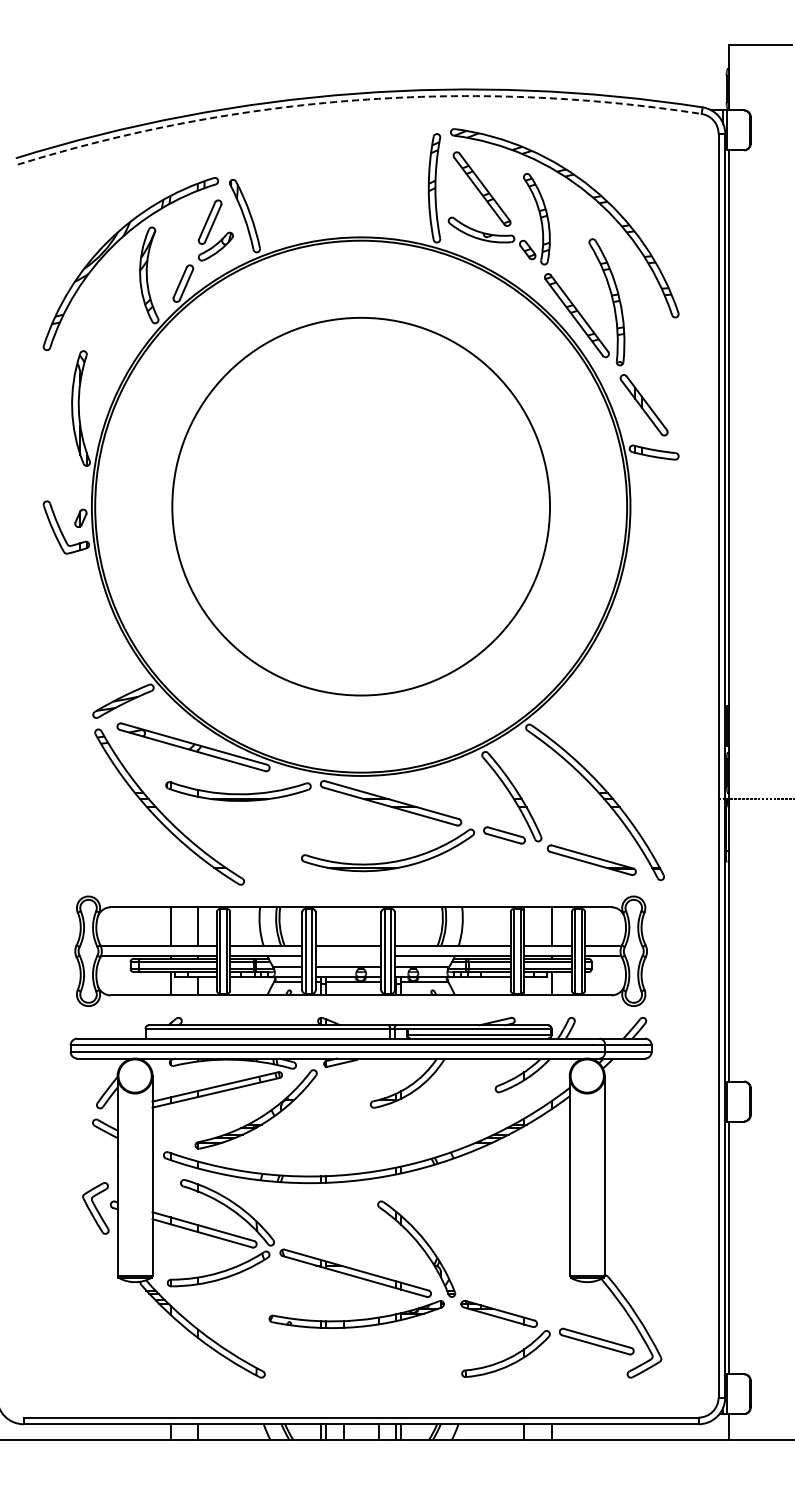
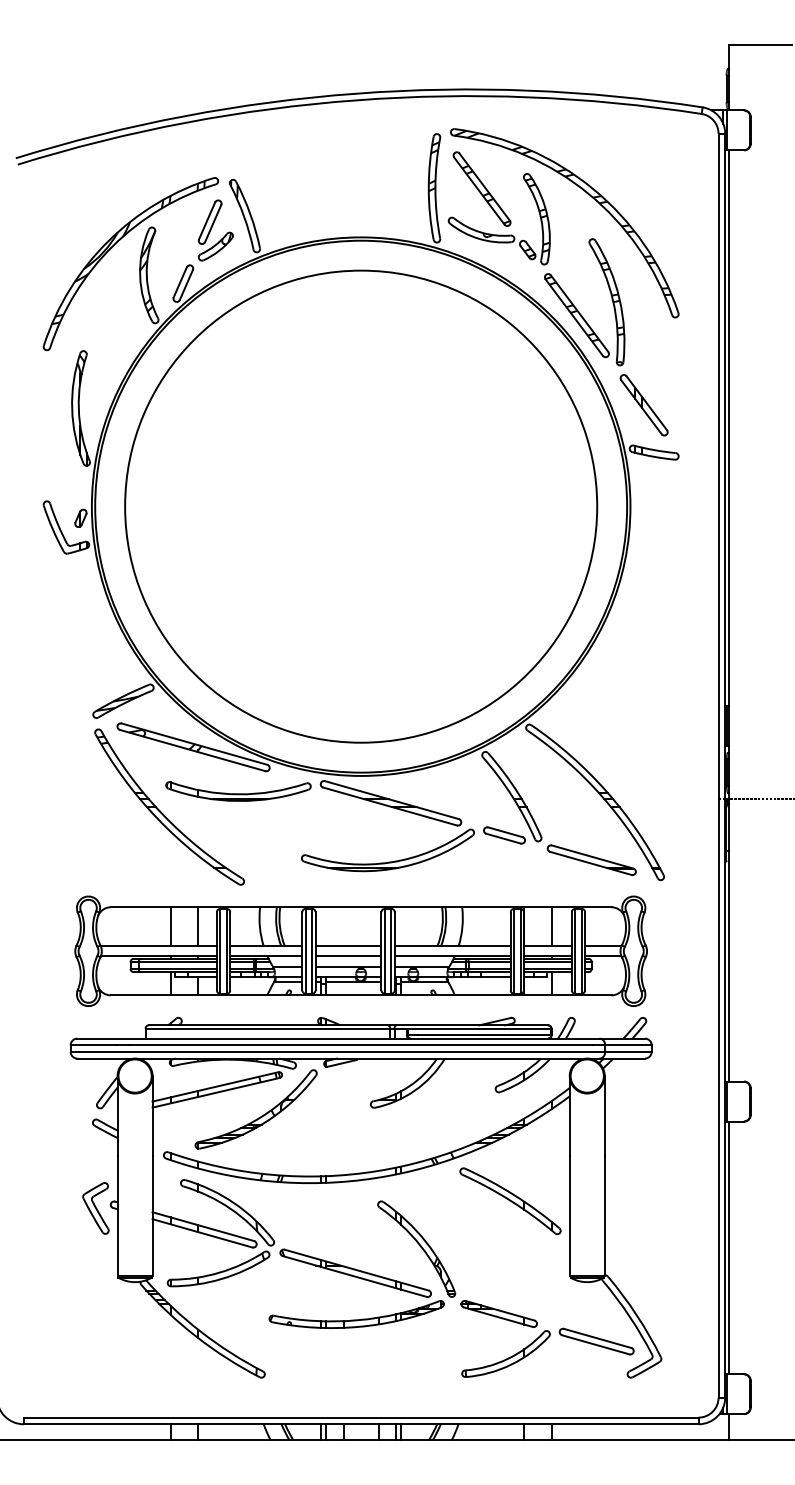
arc at (356, 100): dashed -> solid
circle at (361, 506) diameter: 378 px -> 472 px
line at (348, 956): none -> present
part at (510, 1201): none -> present
